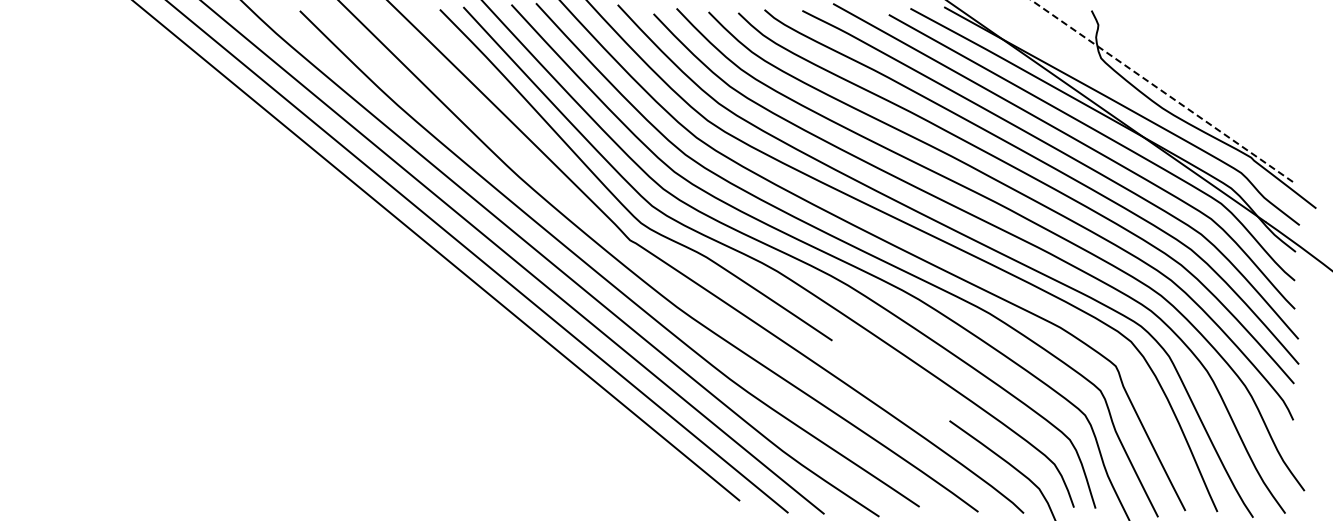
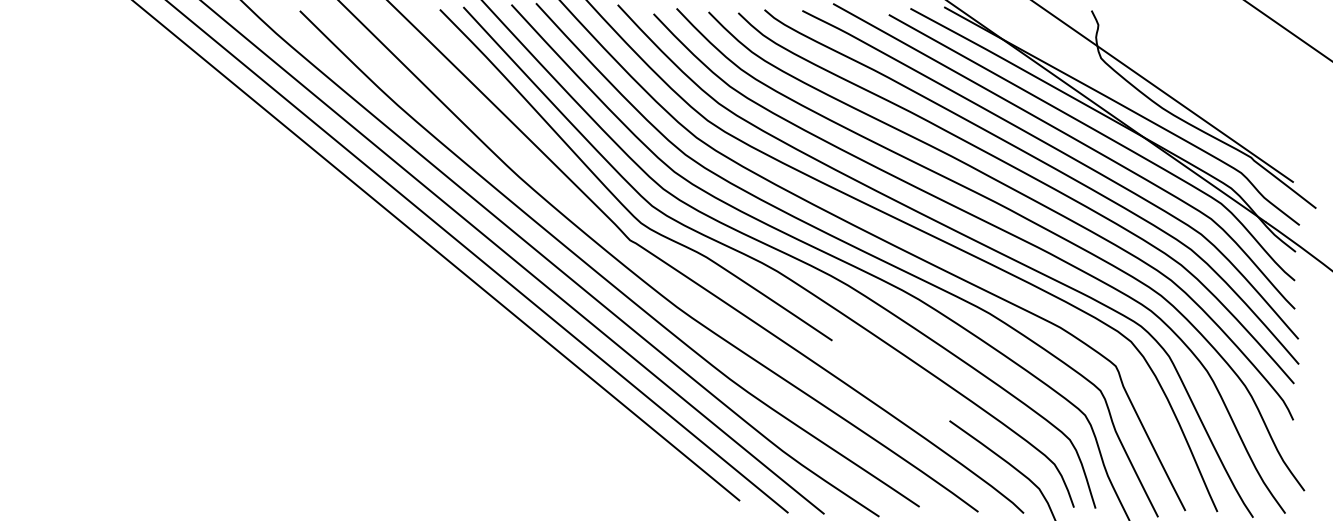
line at (1288, 30): none -> present
line at (1161, 90): dashed -> solid
